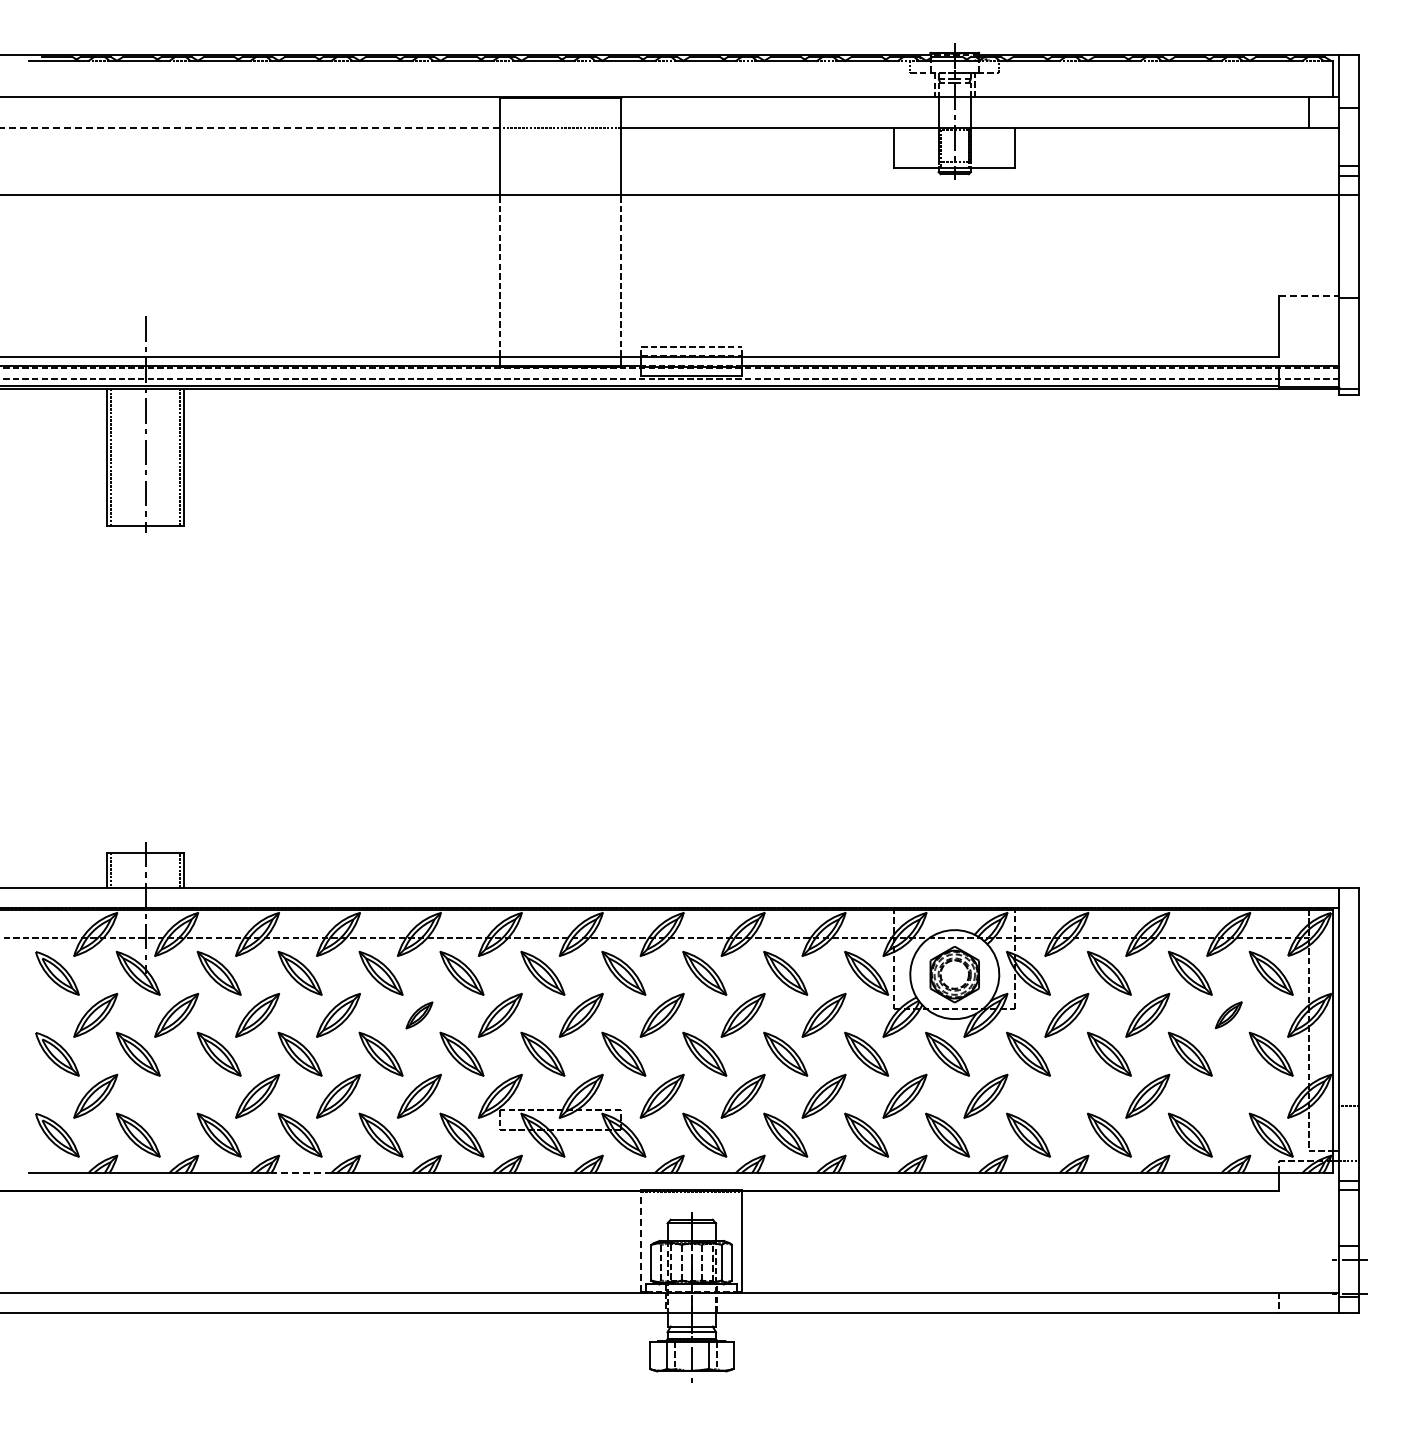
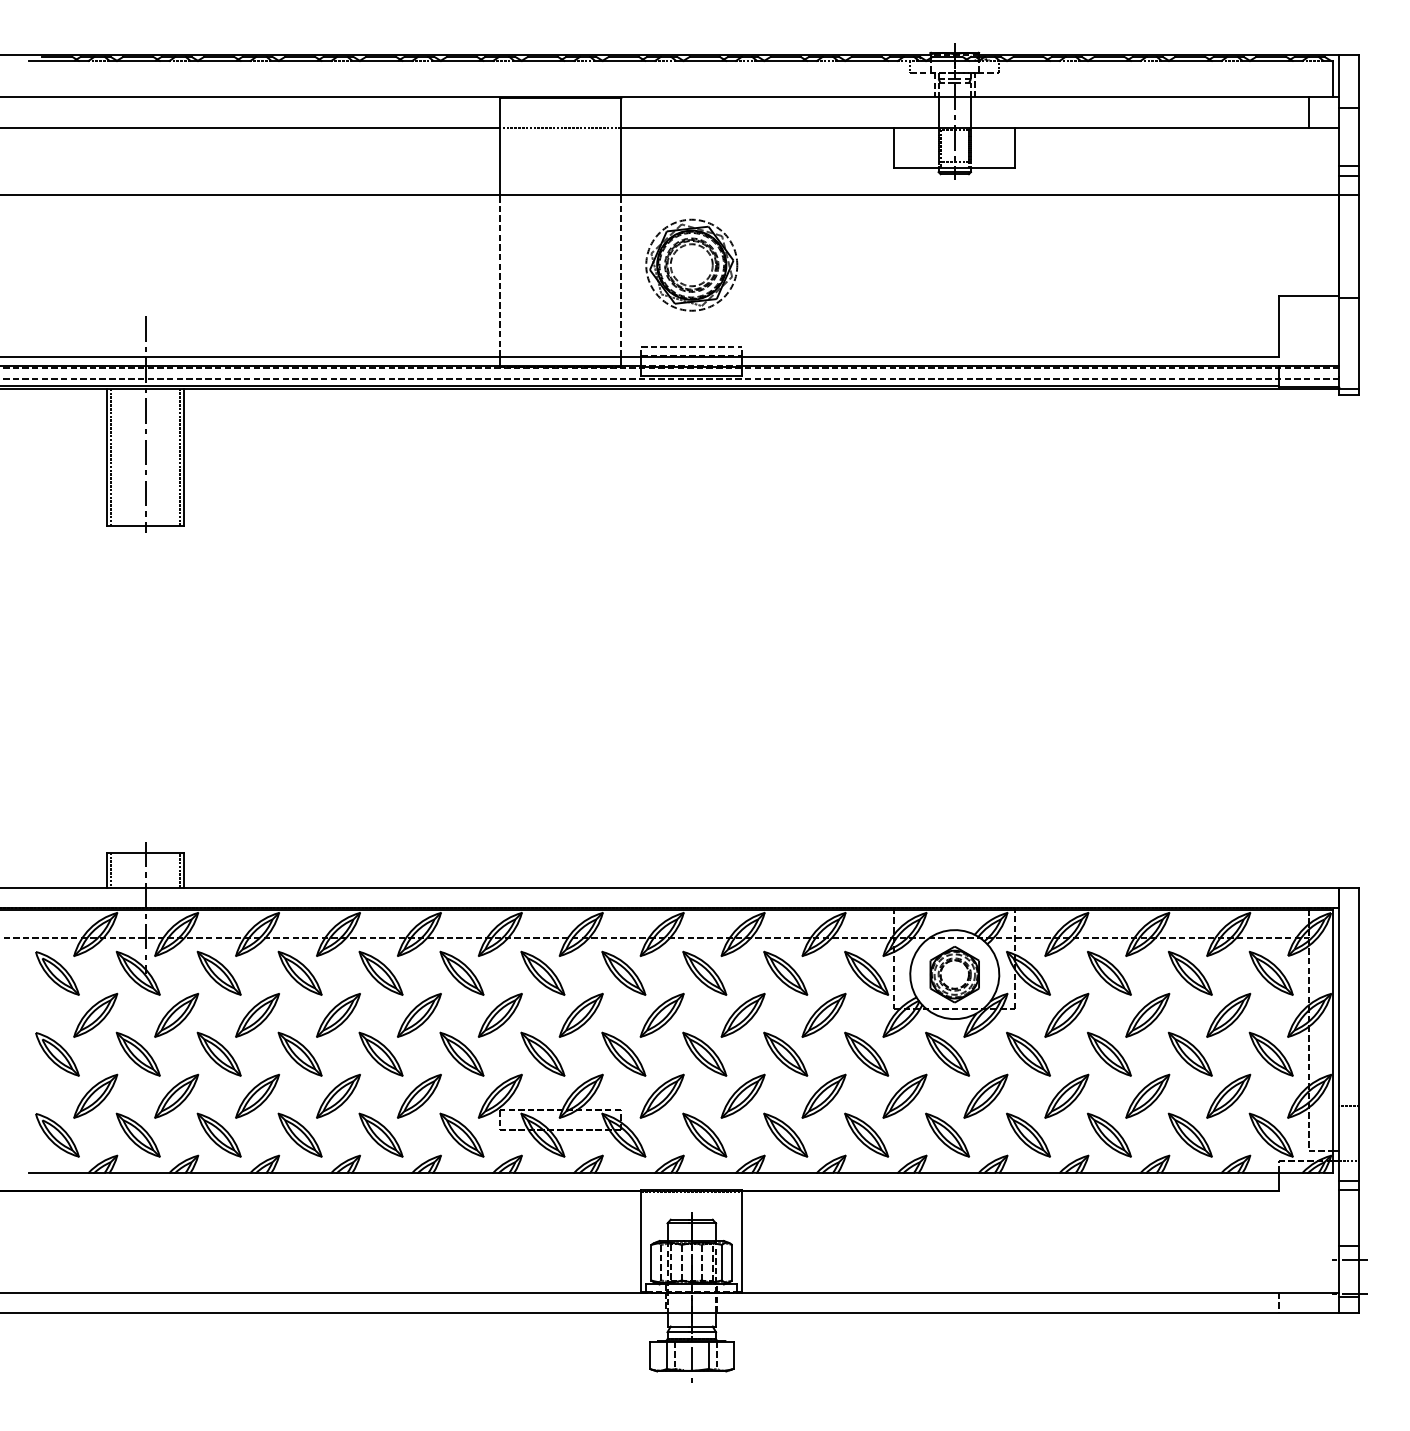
line at (249, 127): dashed -> solid
part at (691, 264): none -> present
line at (1309, 296): dashed -> solid
part at (419, 1015) size: 29x29 px -> 45x45 px
part at (1228, 1015) size: 29x29 px -> 46x46 px
part at (176, 1095): none -> present
part at (1066, 1095): none -> present
part at (1228, 1095): none -> present
line at (300, 1172): dashed -> solid
line at (641, 1240): dashed -> solid
